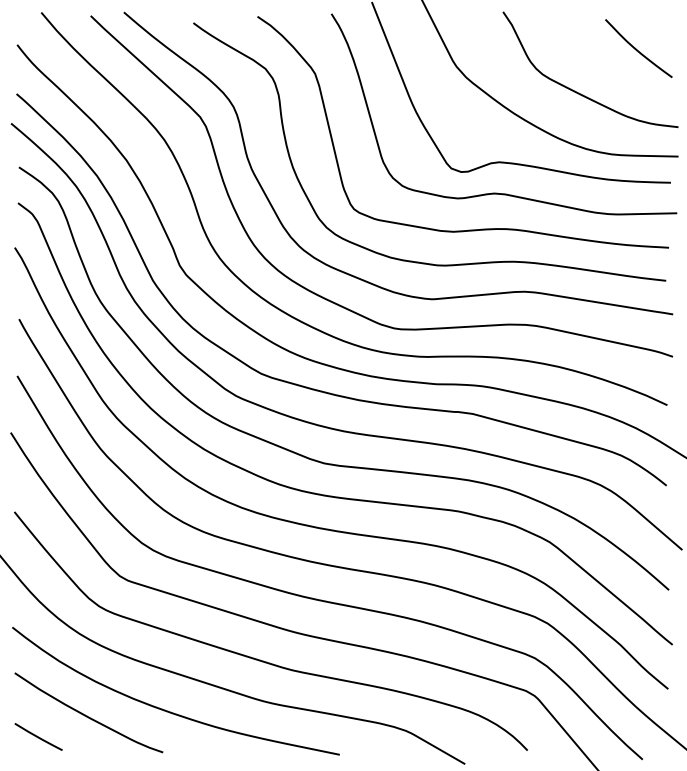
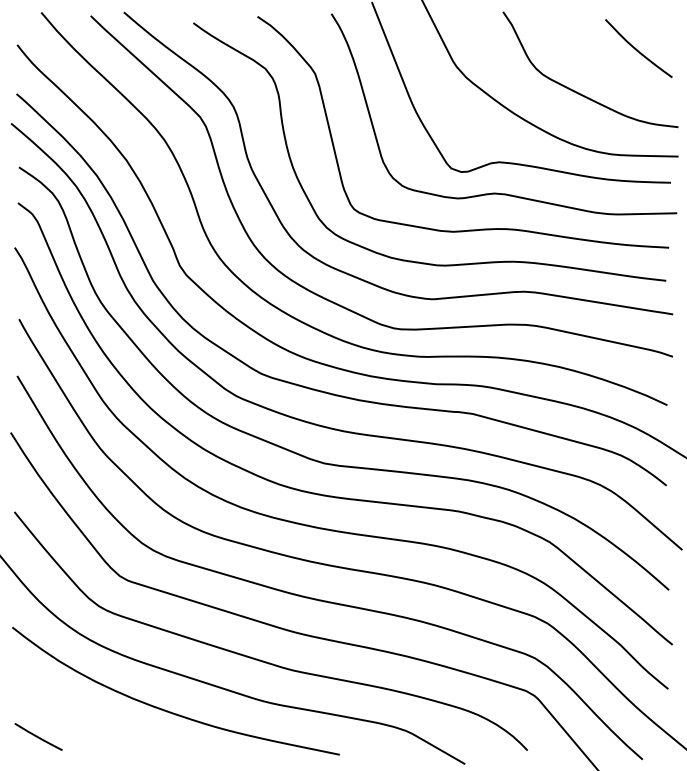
curve at (87, 715): present -> none
